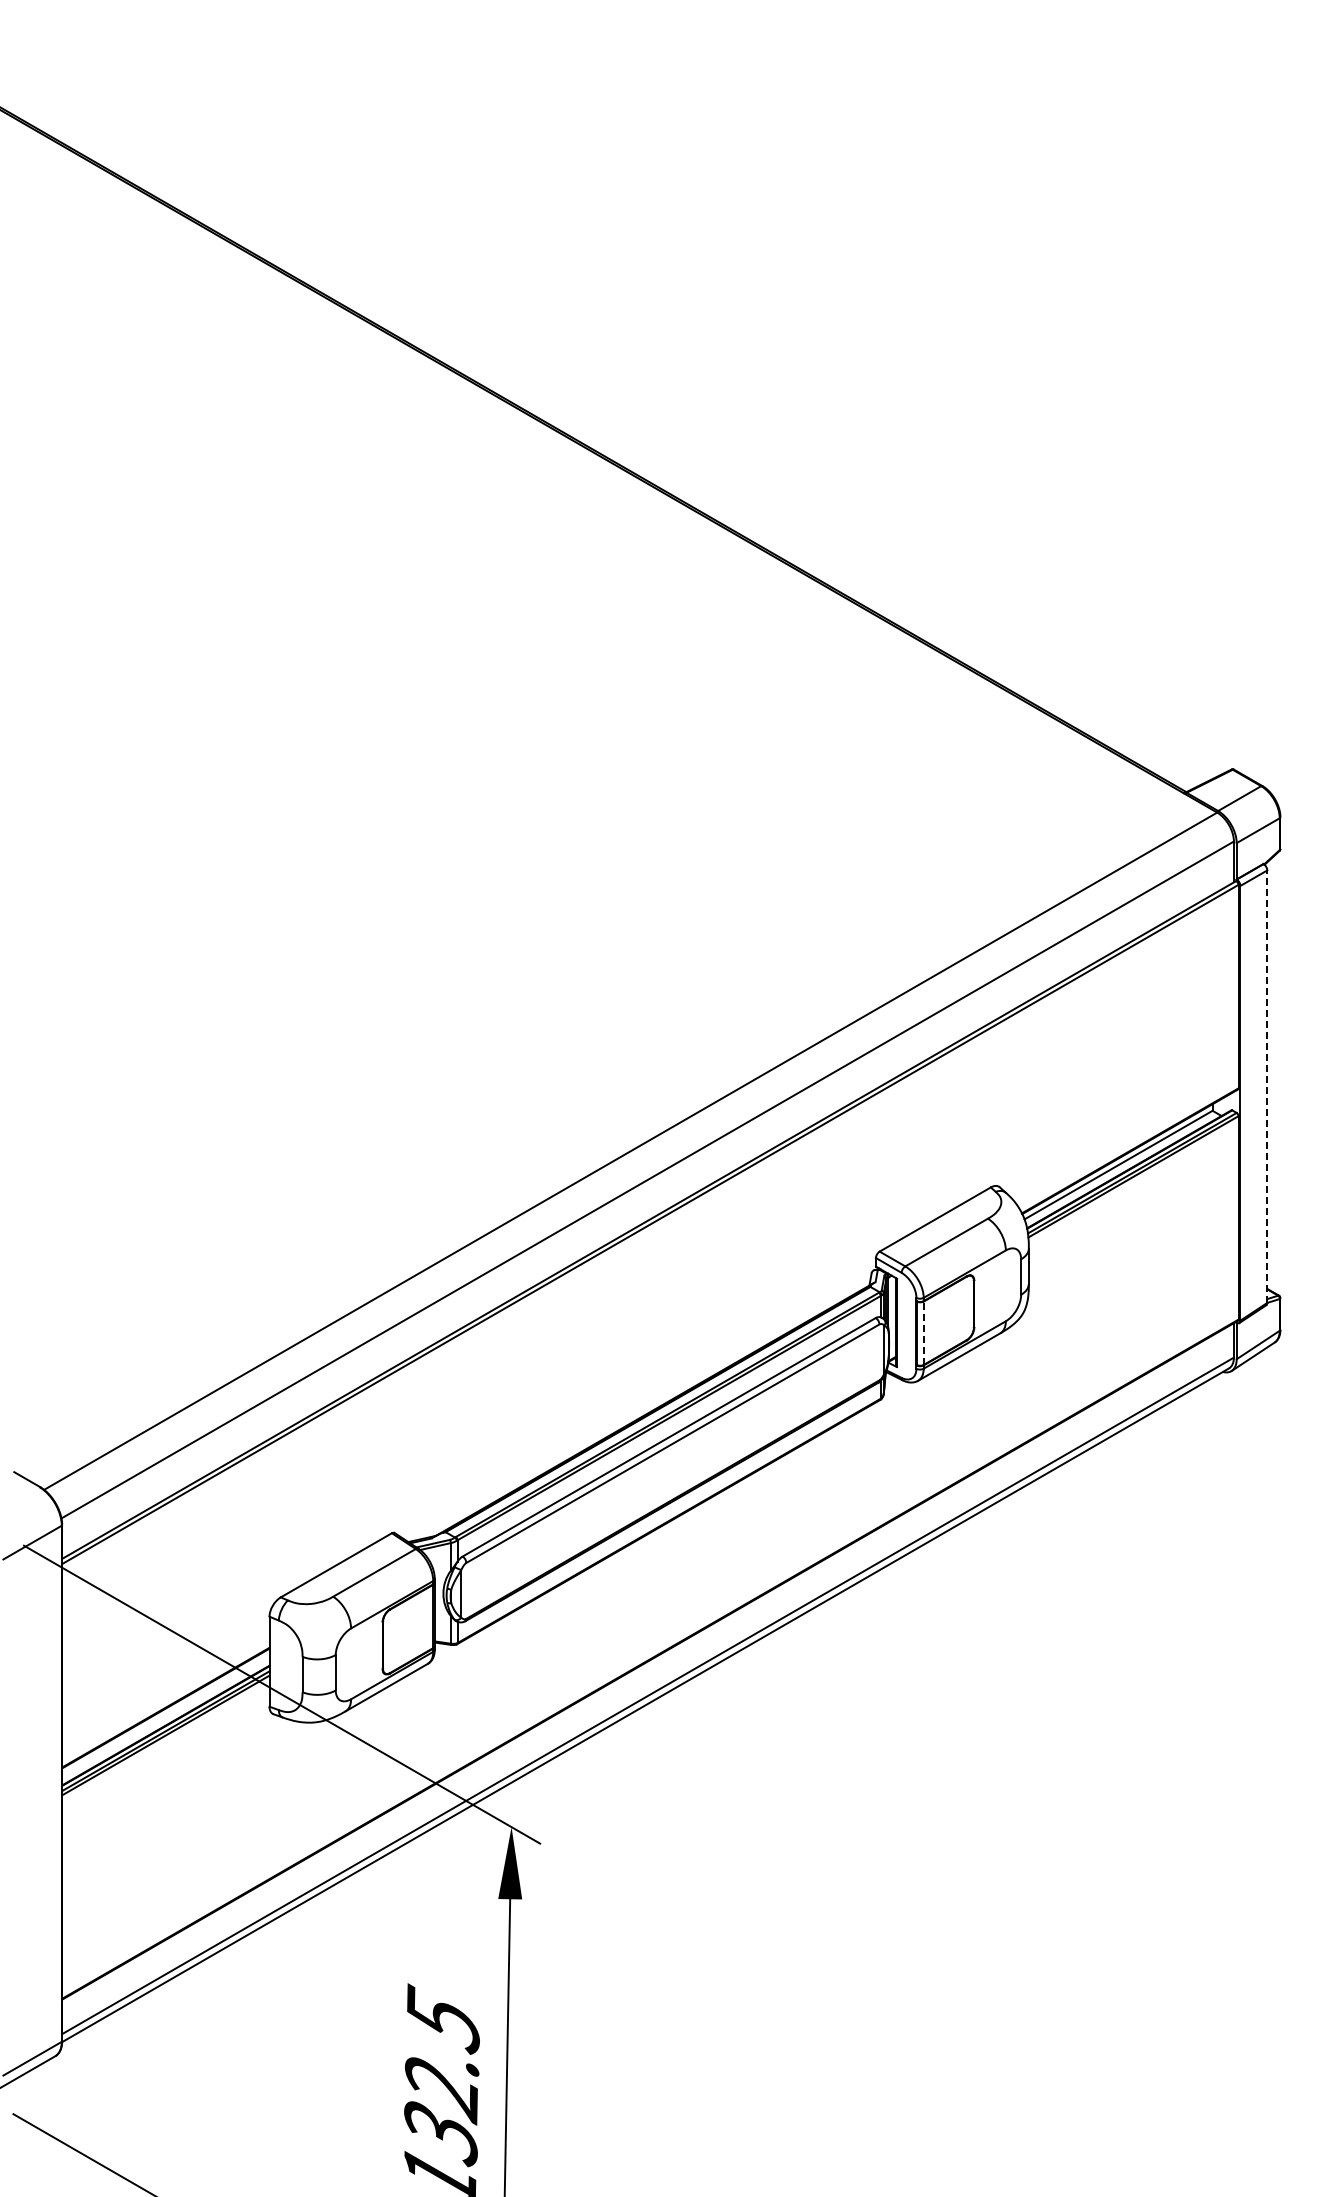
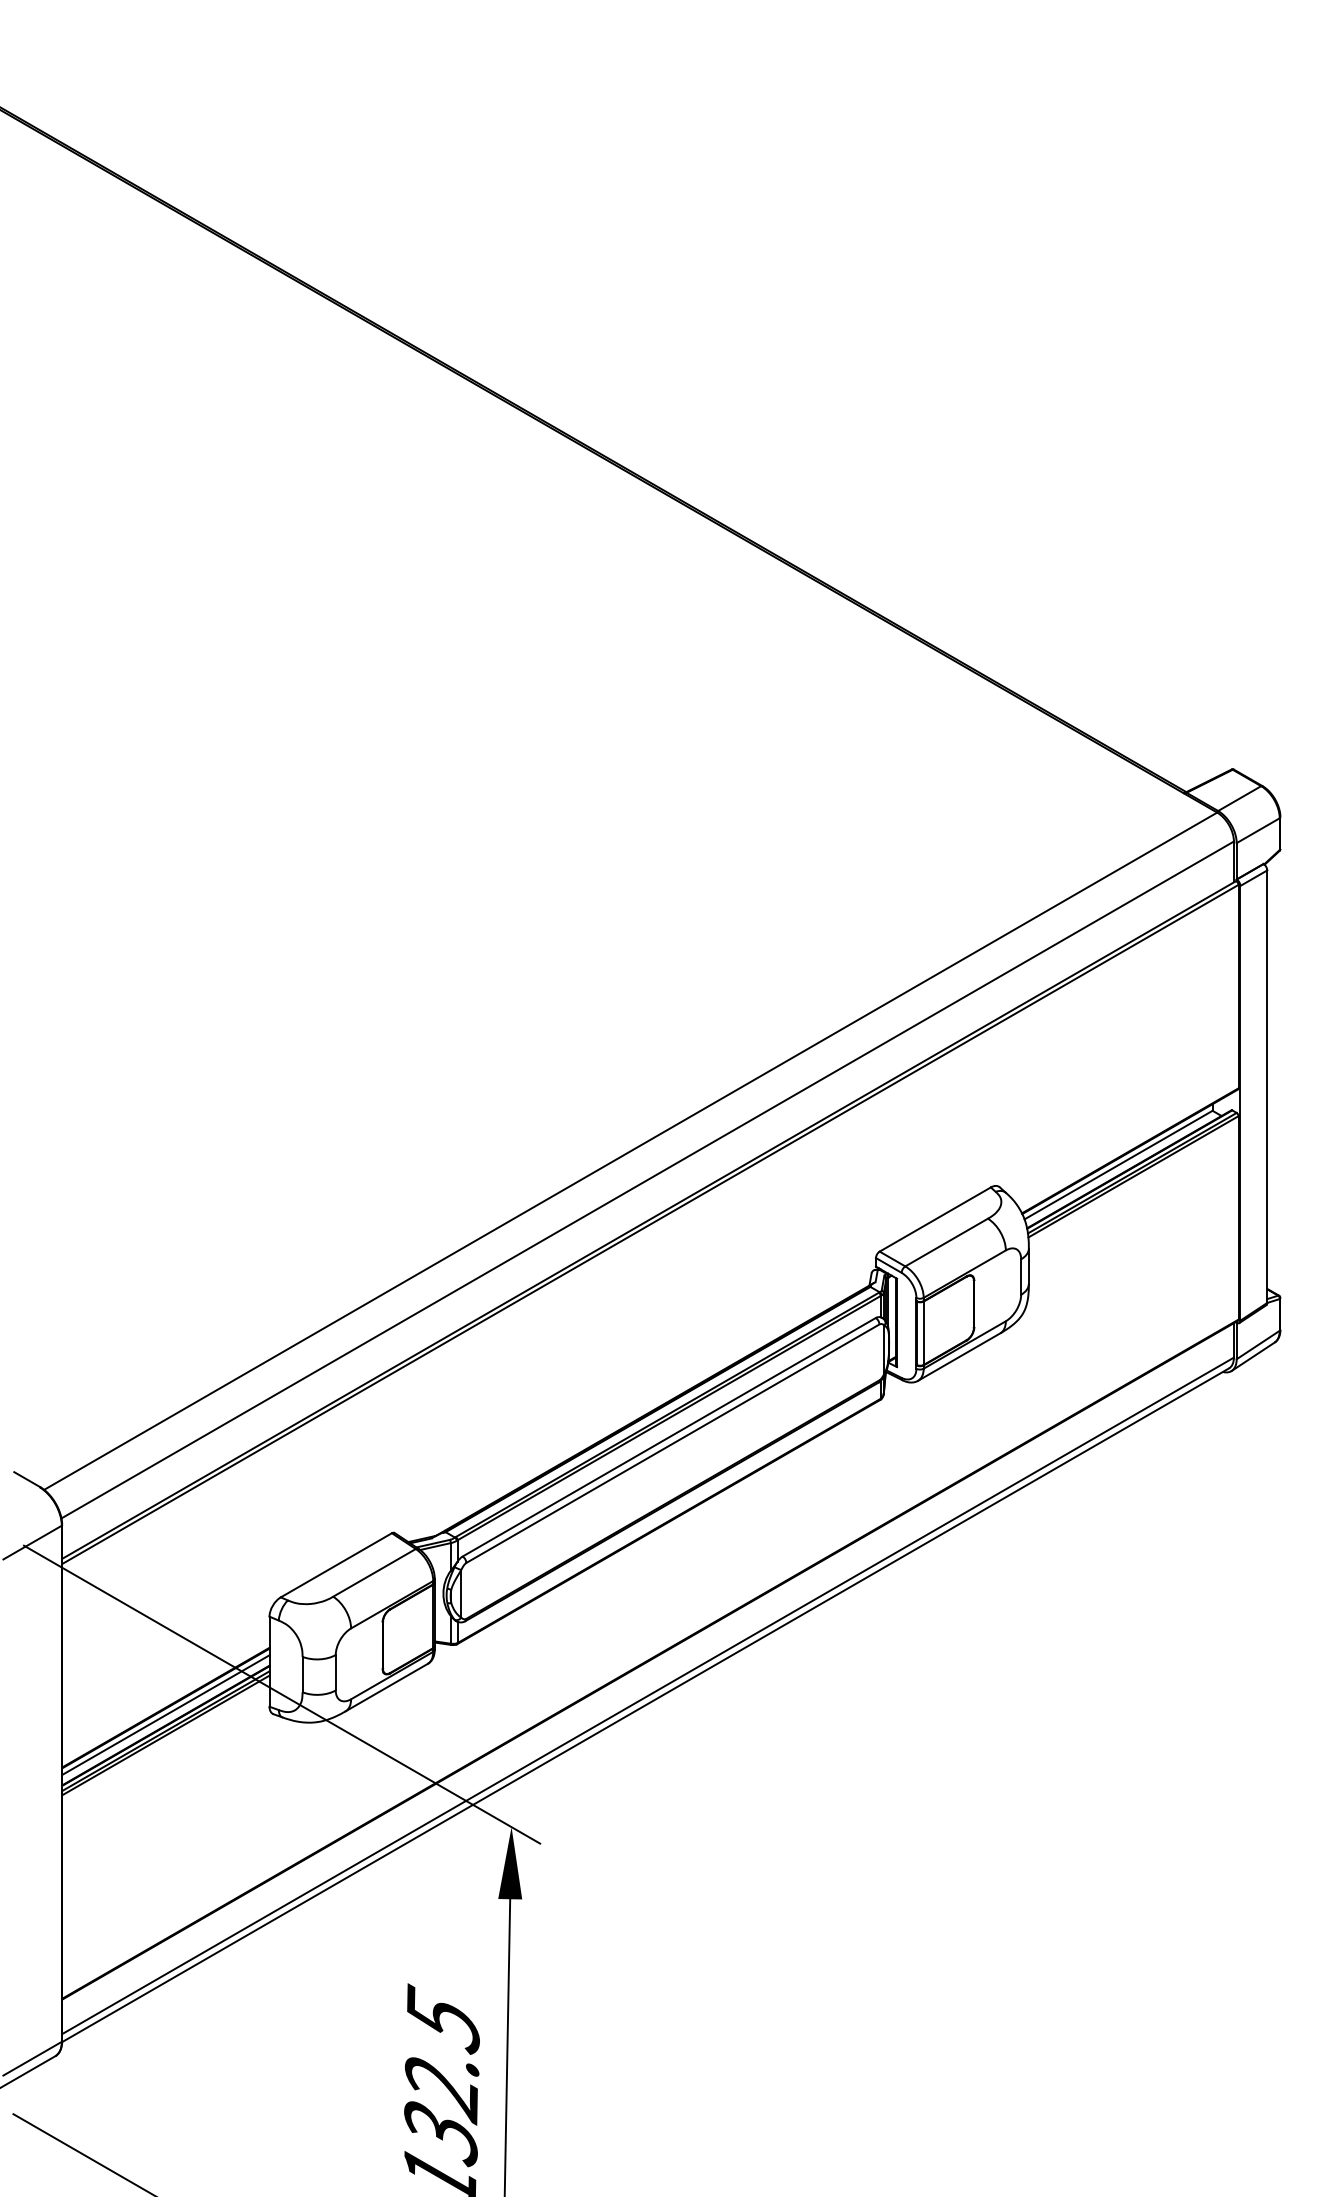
line at (1267, 1086): dashed -> solid
line at (923, 1333): dashed -> solid
line at (165, 1715): none -> present
